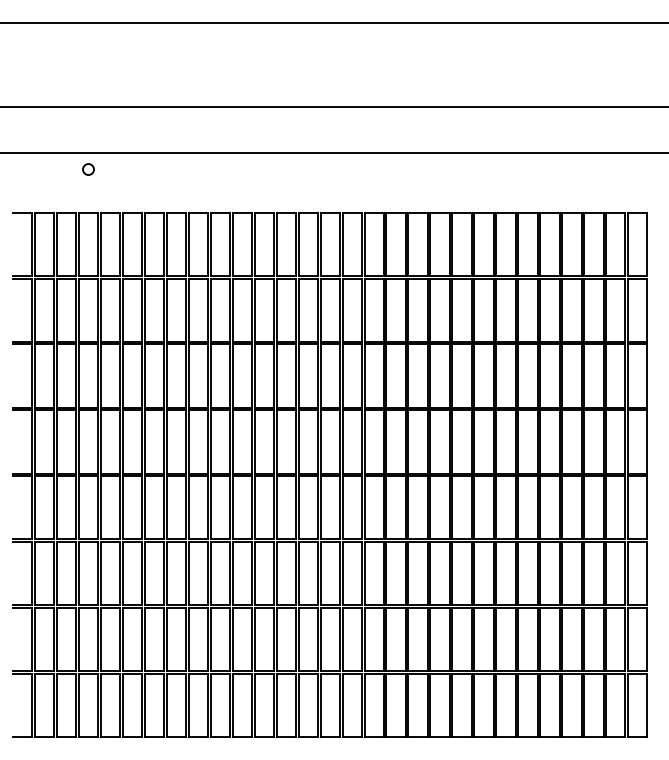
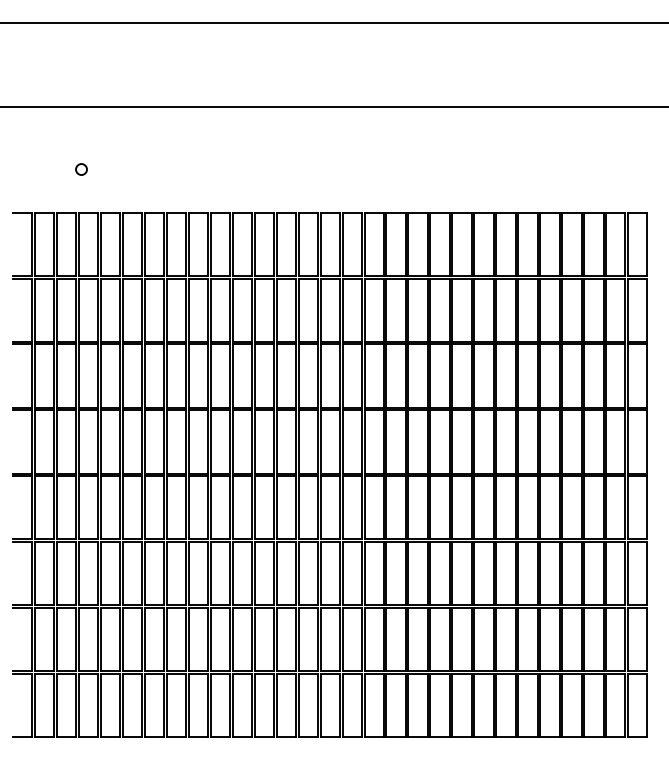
line at (333, 152): present -> none
circle at (88, 169) position: (88, 169) -> (81, 169)
